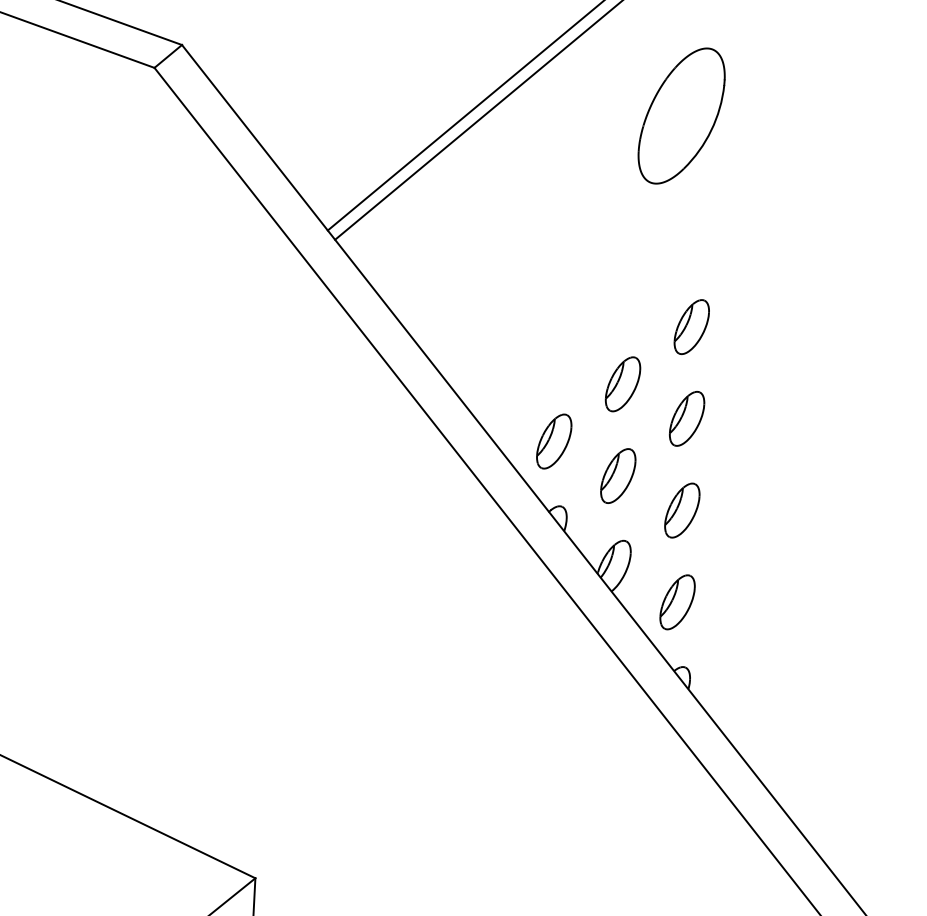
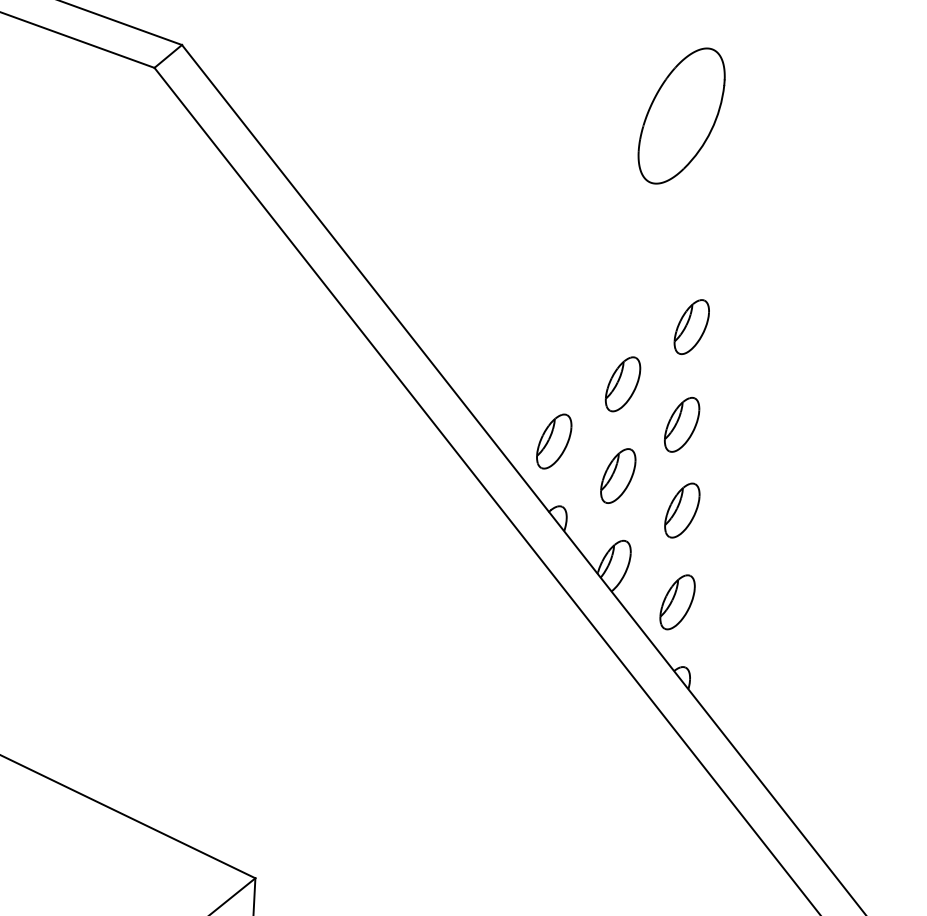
line at (464, 116): present -> none
line at (477, 120): present -> none
part at (687, 418) position: (687, 418) -> (682, 424)
